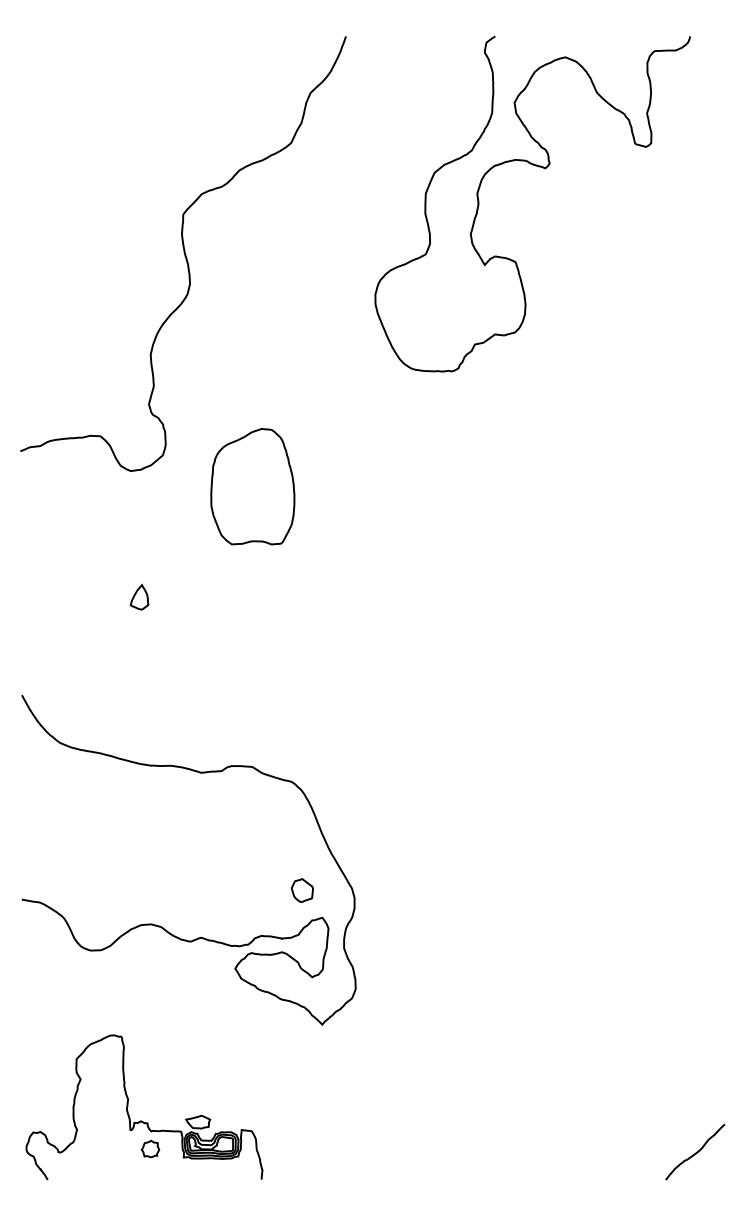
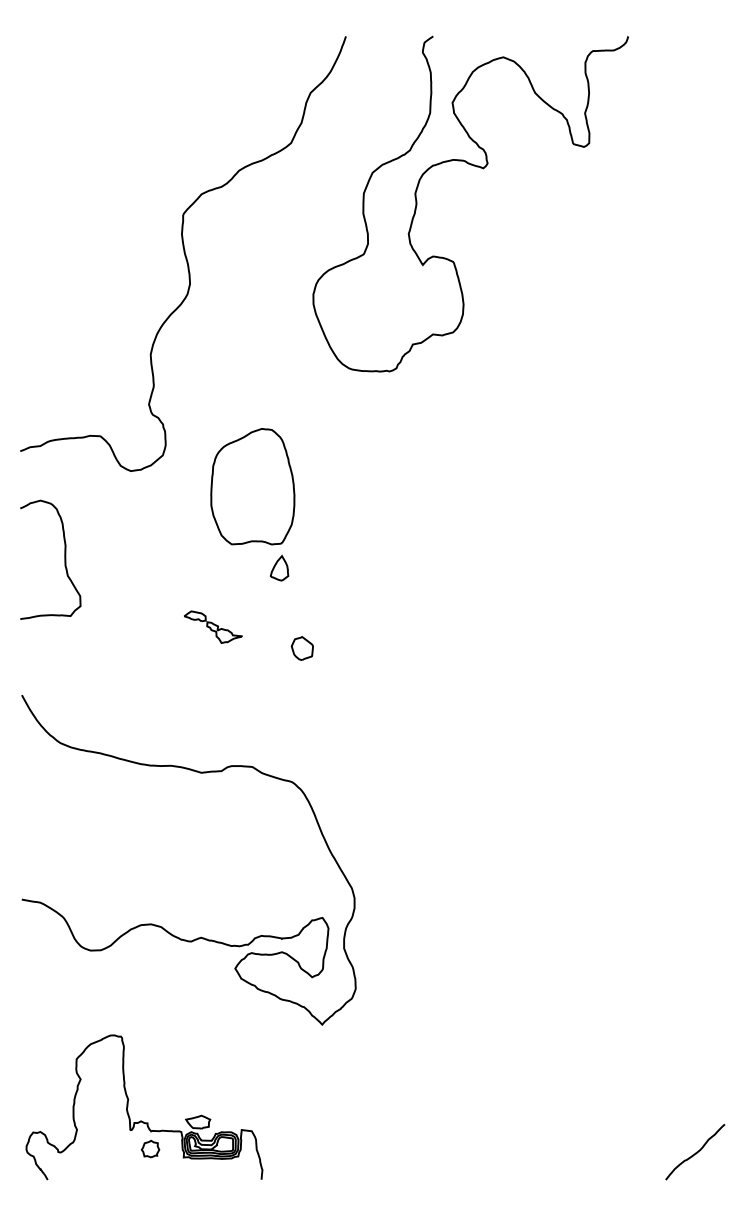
curve at (542, 168) position: (542, 168) -> (480, 168)
curve at (64, 559): none -> present
part at (139, 596) position: (139, 596) -> (279, 567)
part at (213, 626): none -> present
part at (301, 890) position: (301, 890) -> (301, 648)
